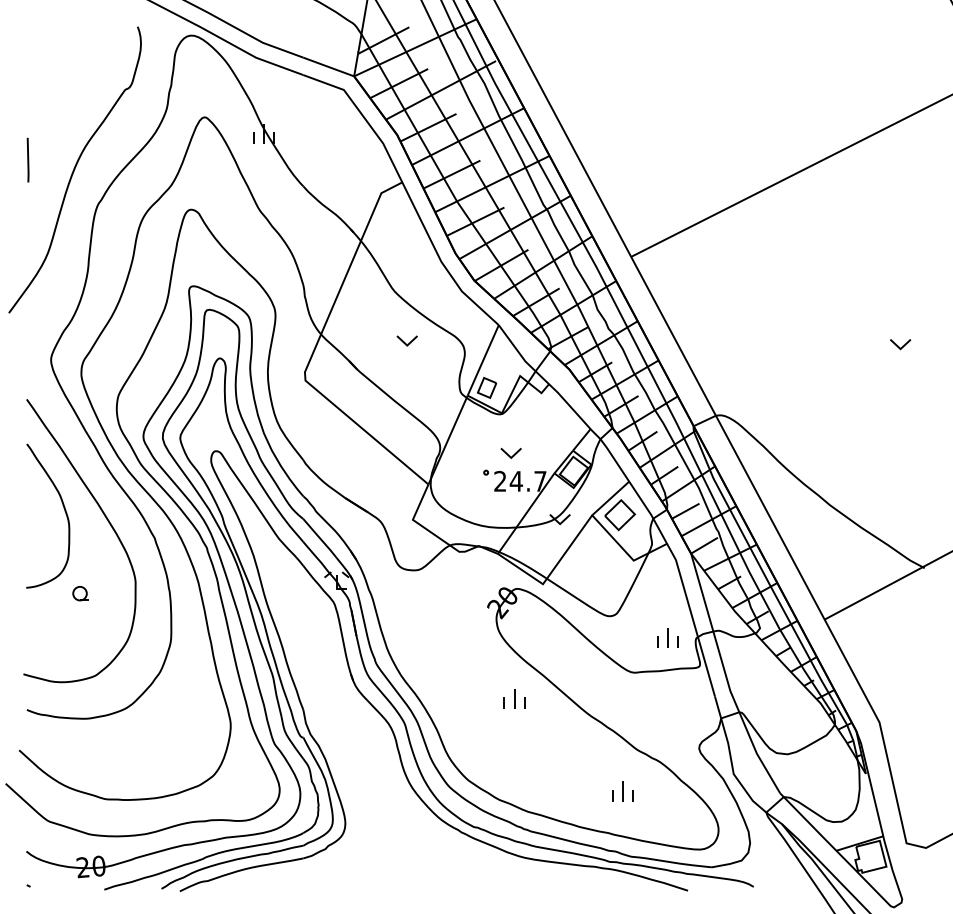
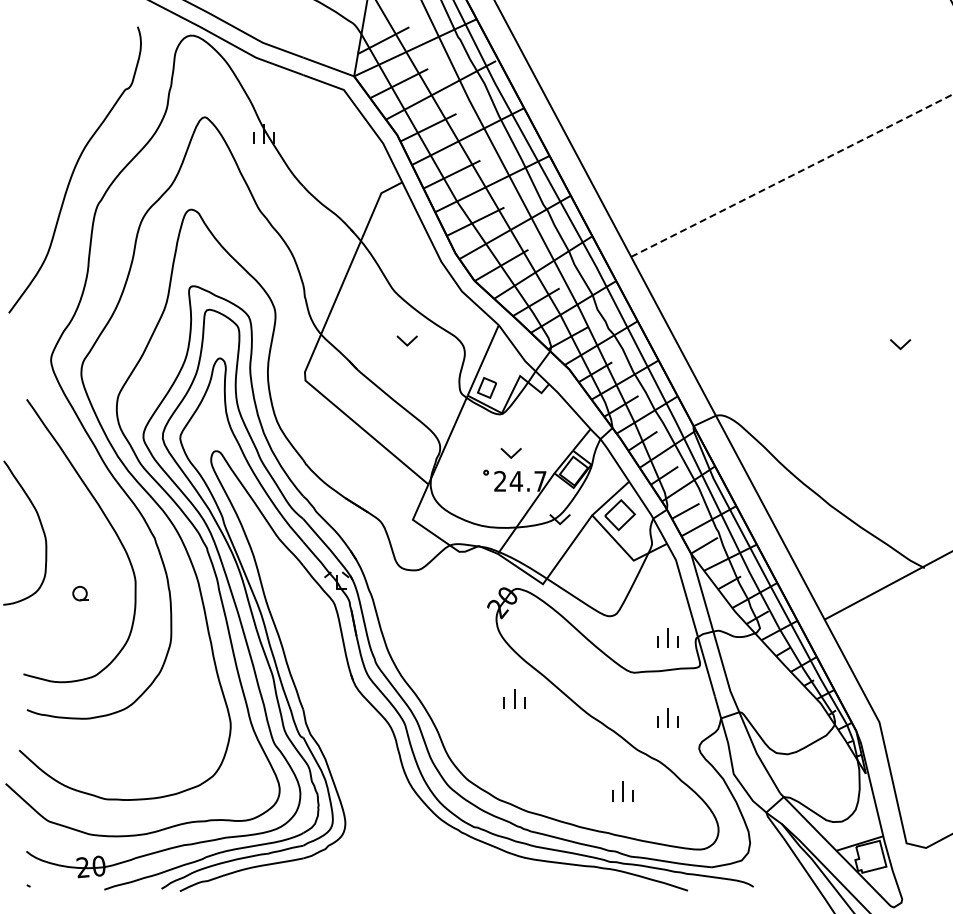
line at (27, 159): present -> none
line at (791, 175): solid -> dashed
curve at (64, 511) position: (64, 511) -> (41, 528)
part at (667, 717): none -> present
